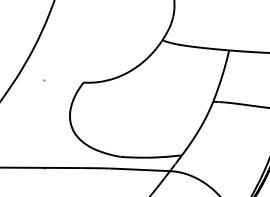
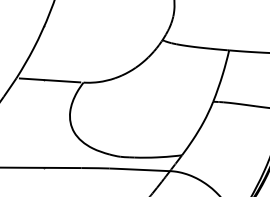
line at (49, 80): none -> present
